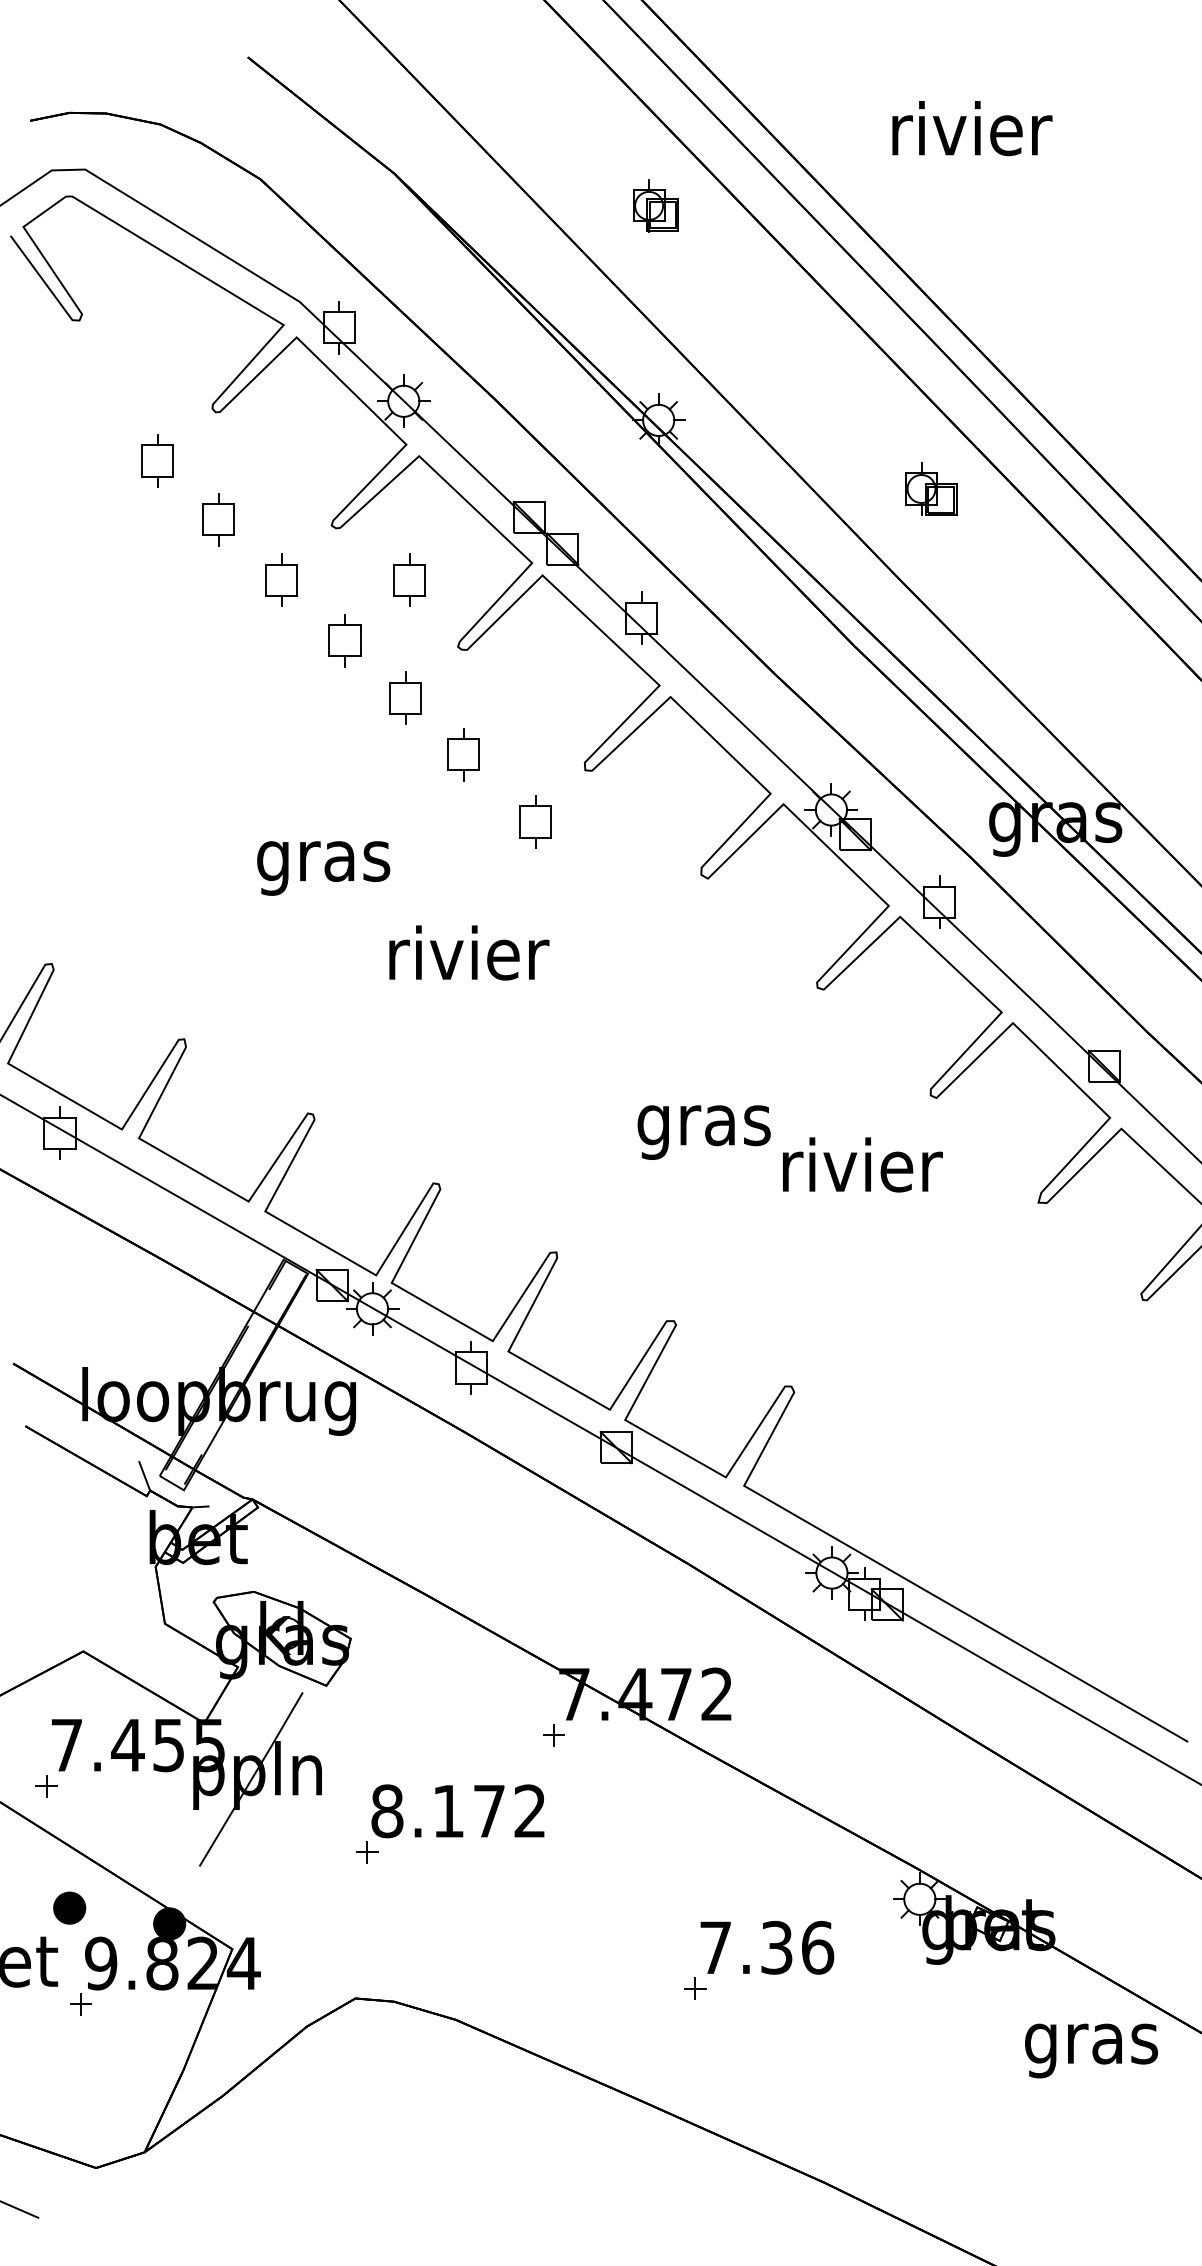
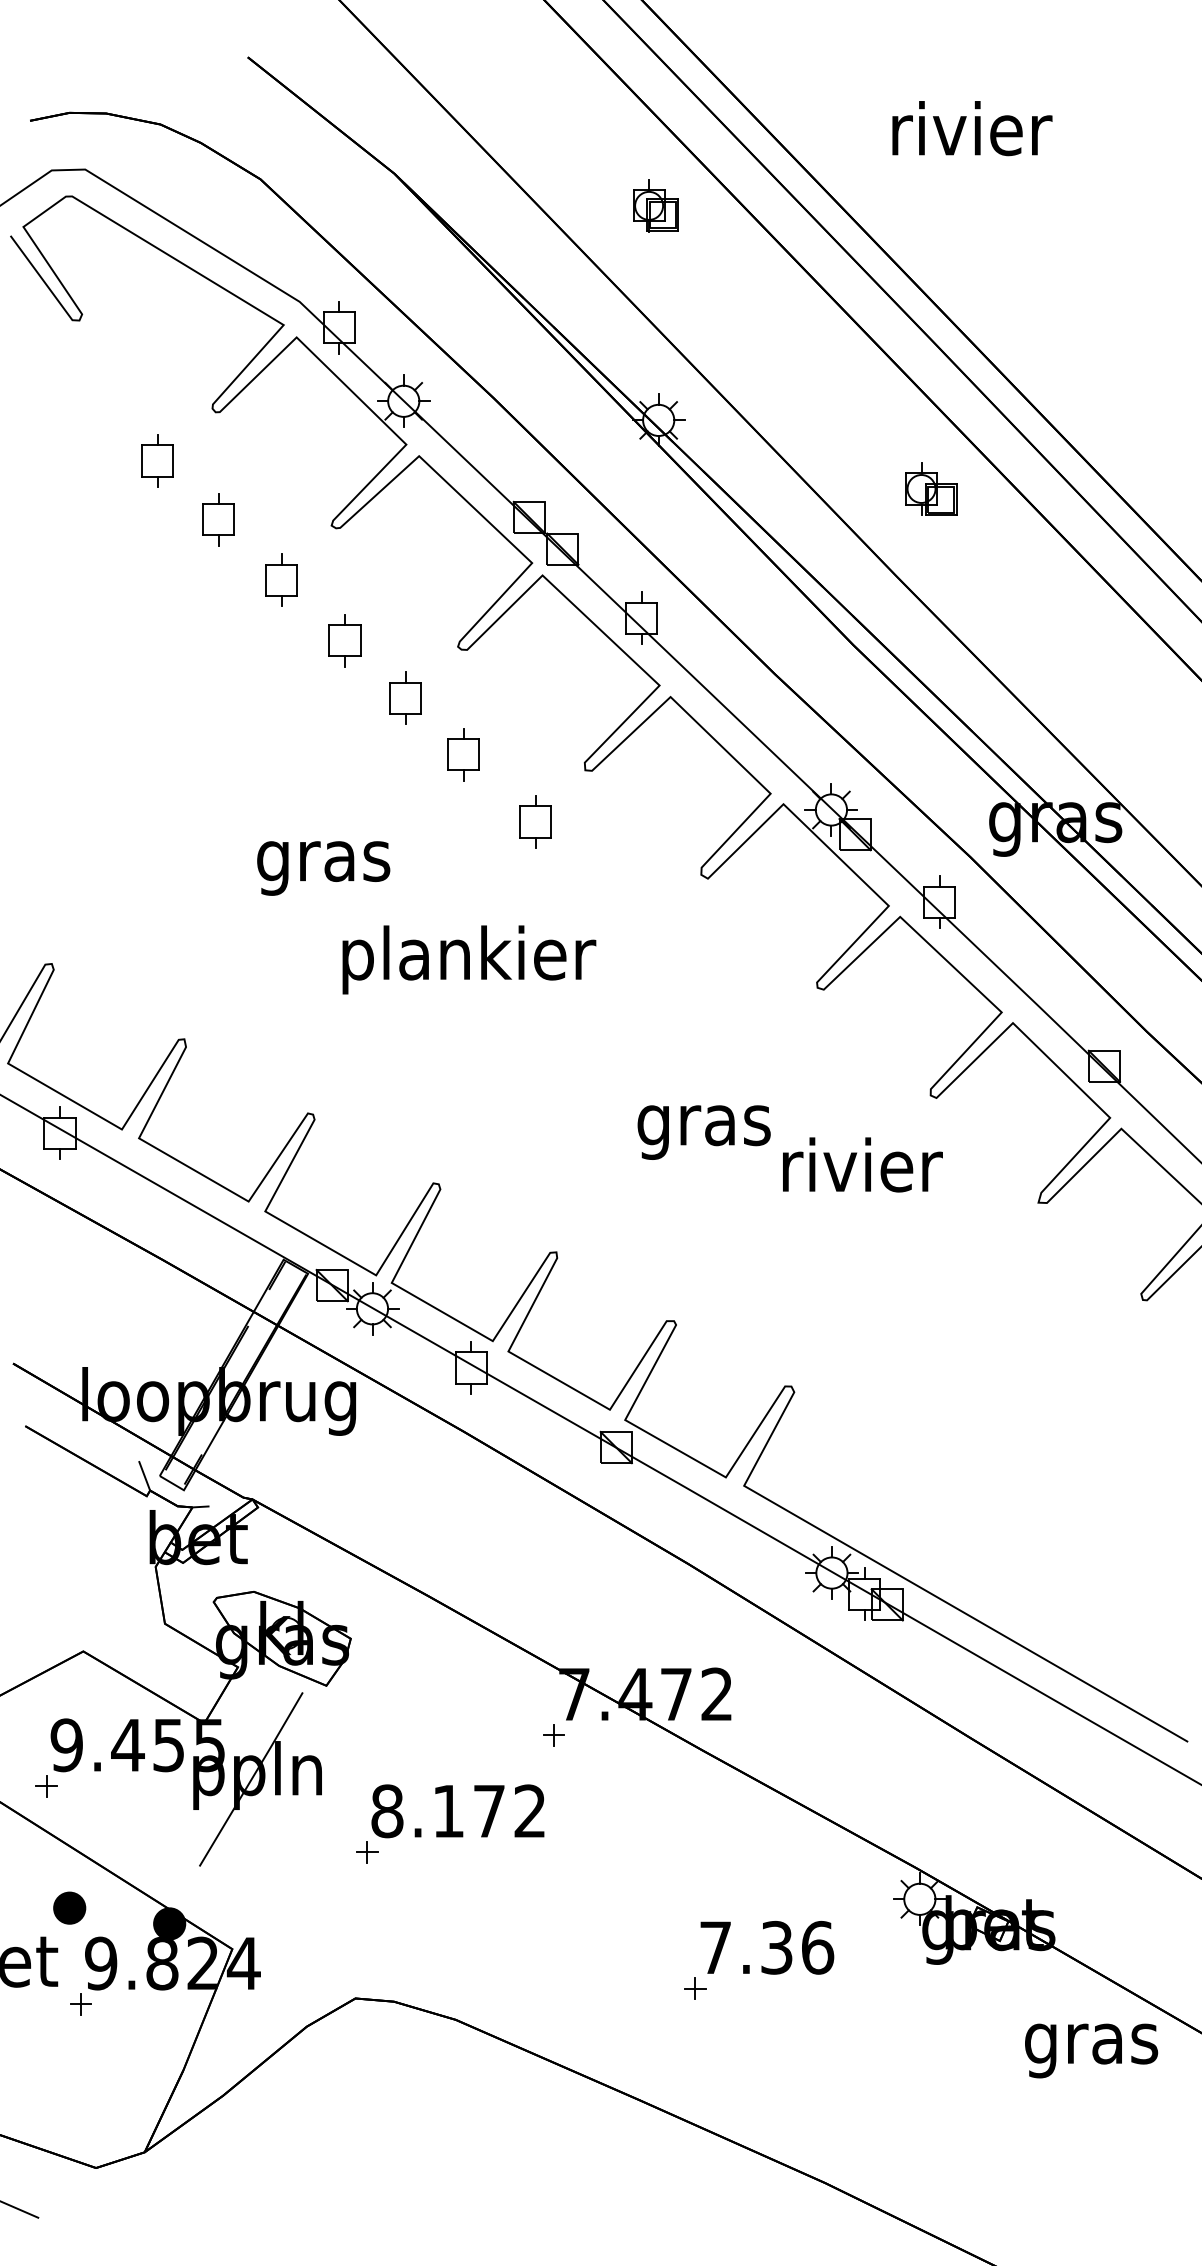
part at (409, 579): present -> none
text at (469, 959): rivier -> plankier
text at (66, 1745): 7.455 -> 9.455
